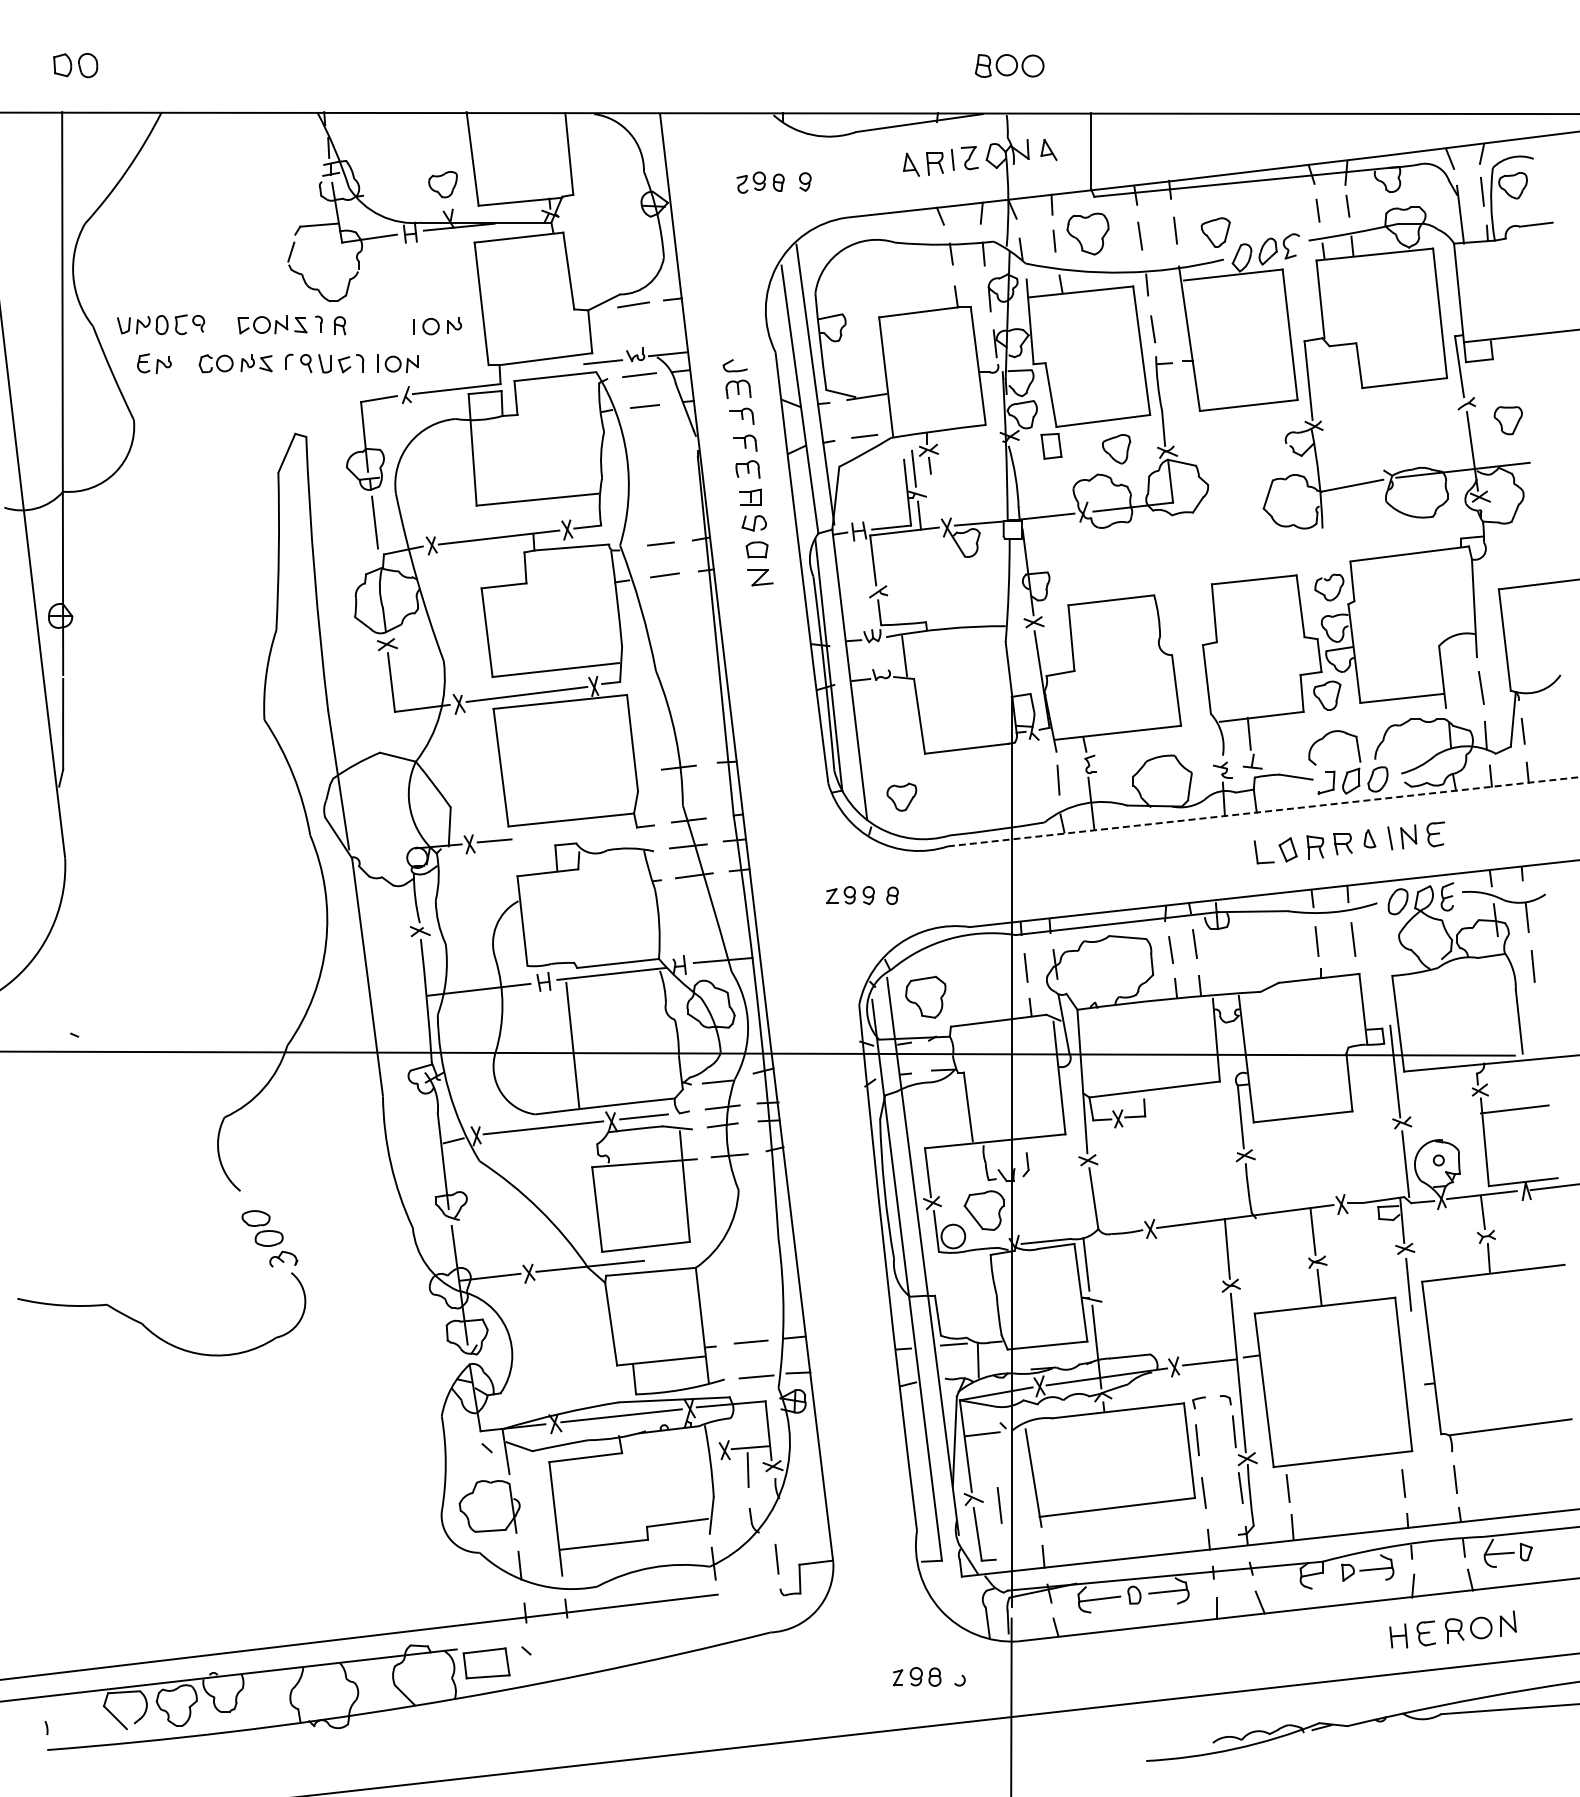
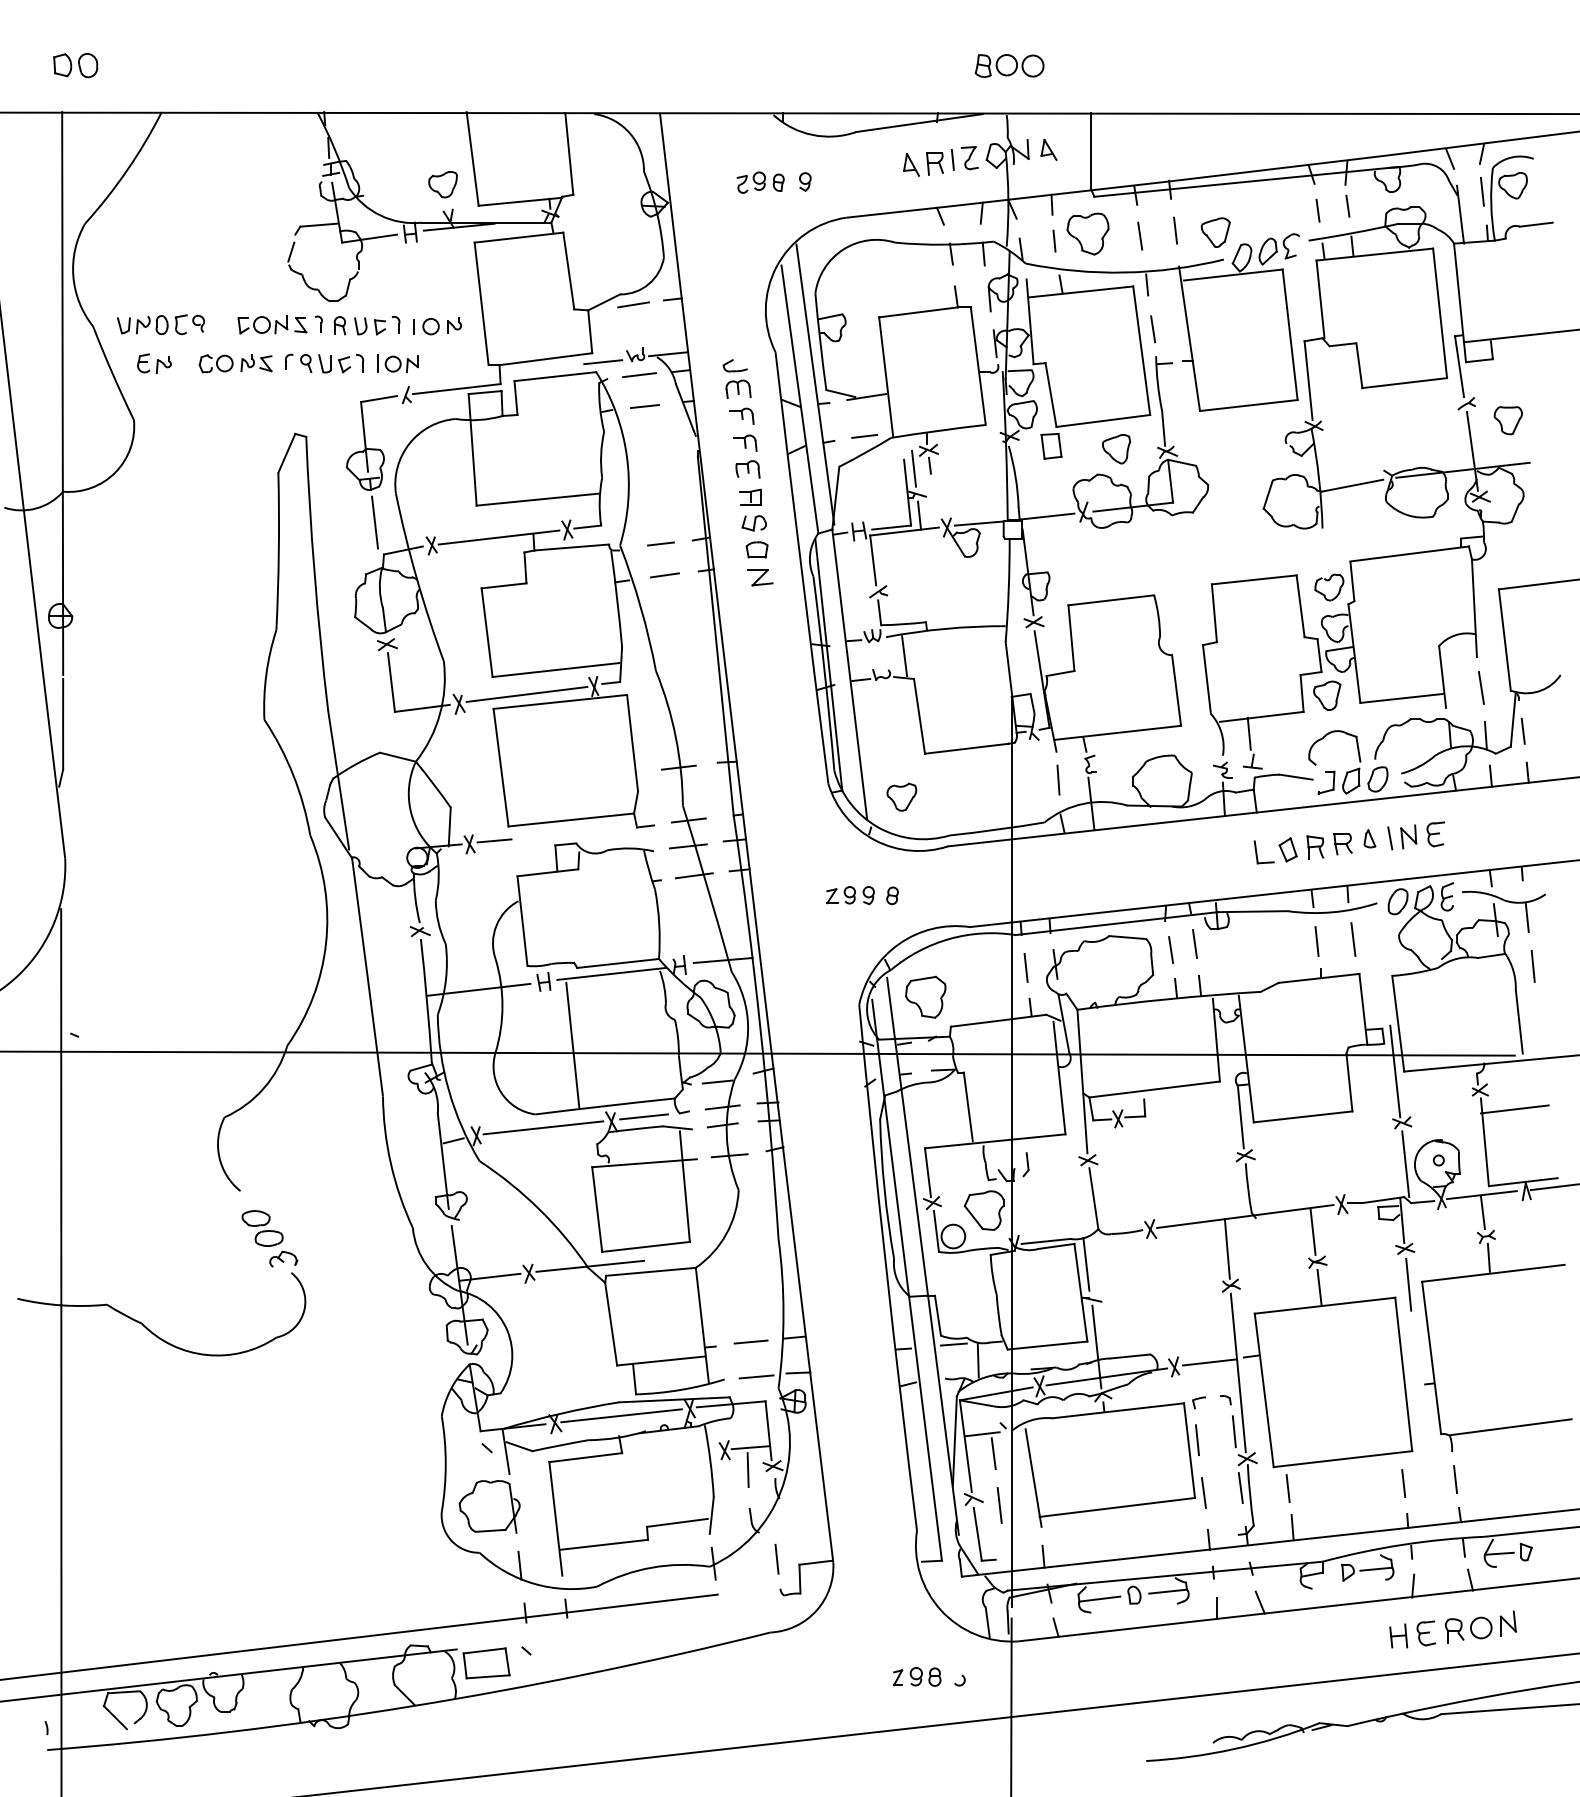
part at (377, 325): none -> present
line at (1263, 811): dashed -> solid
line at (61, 1351): none -> present
line at (993, 1453): none -> present
